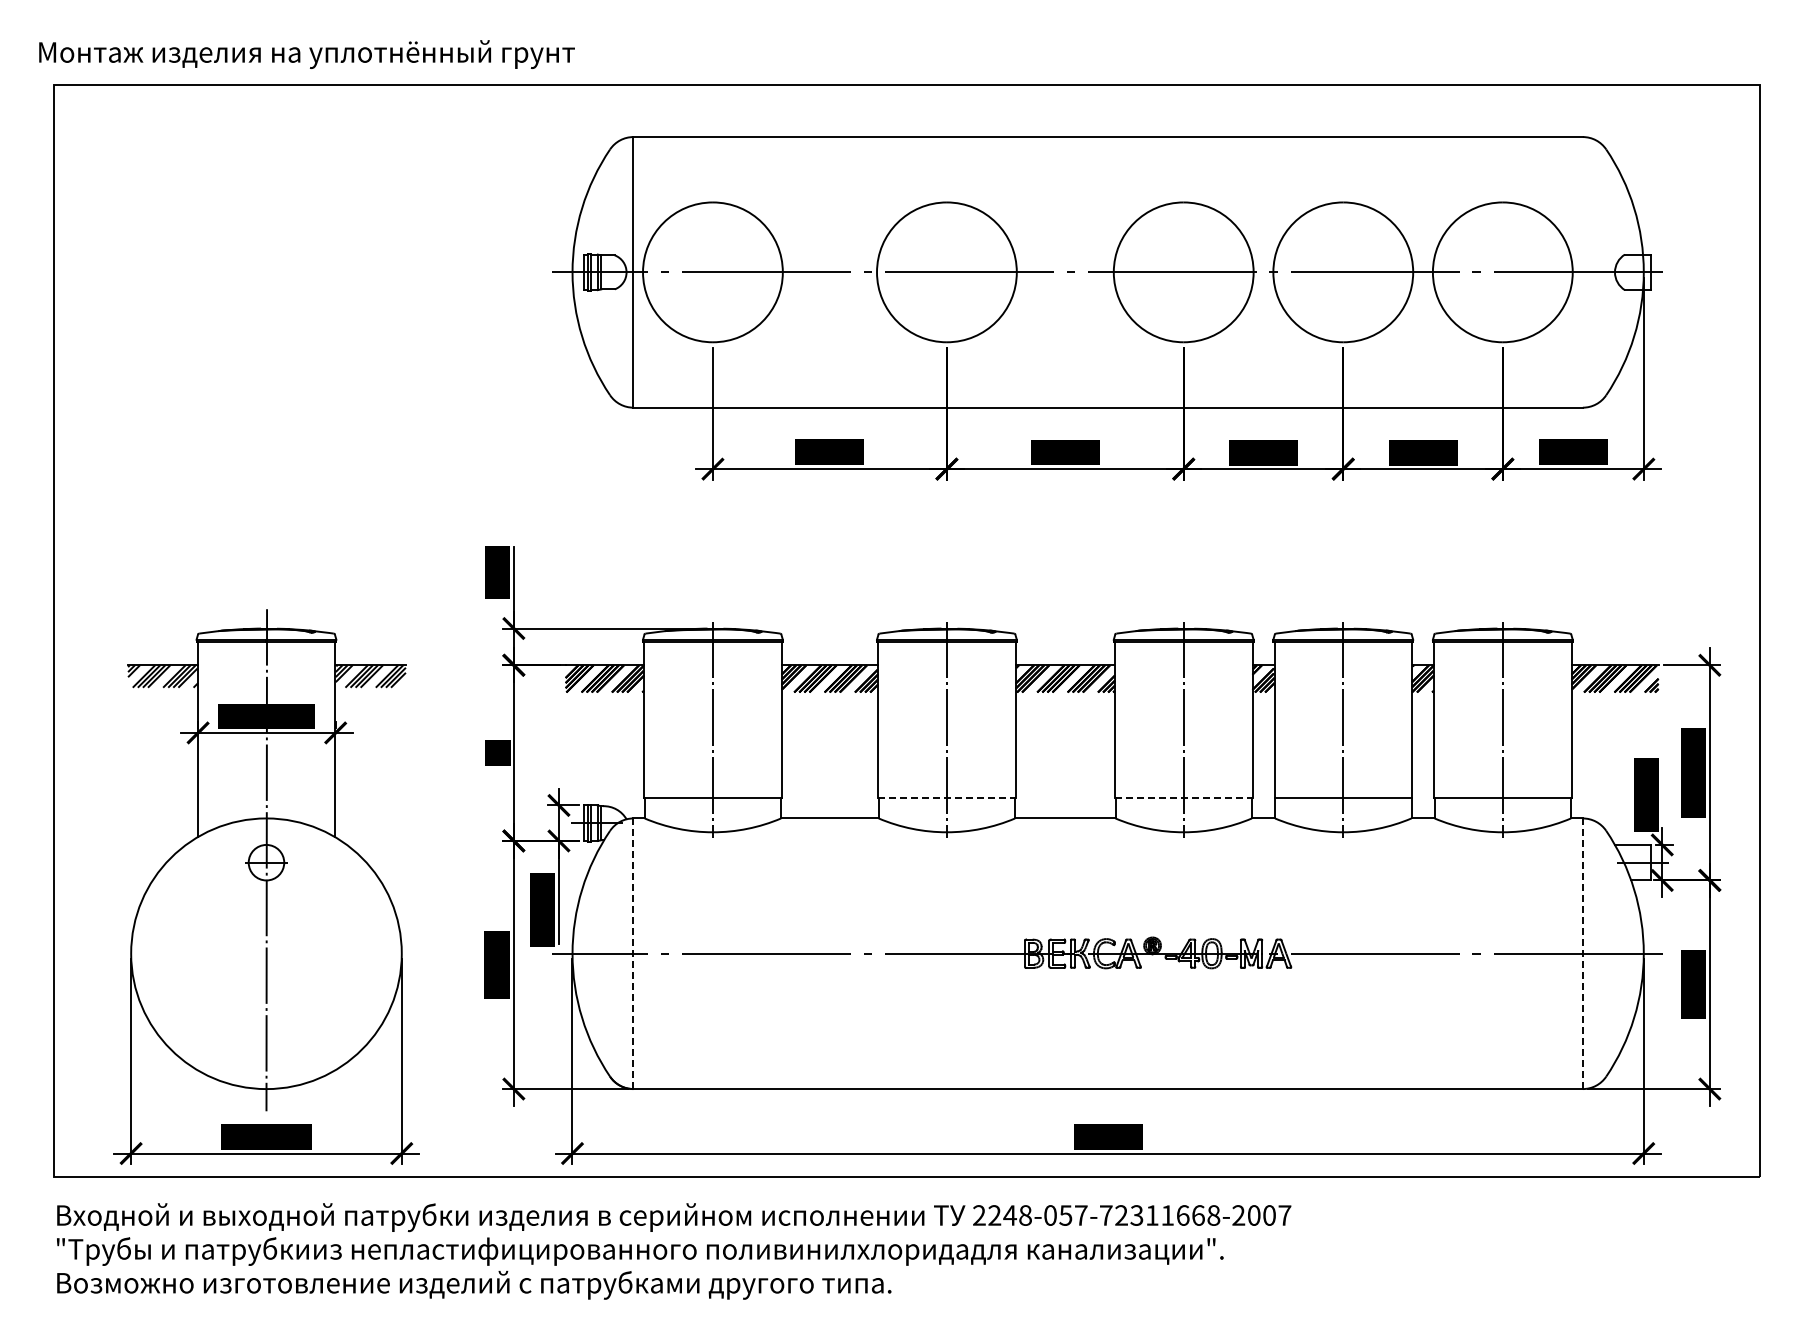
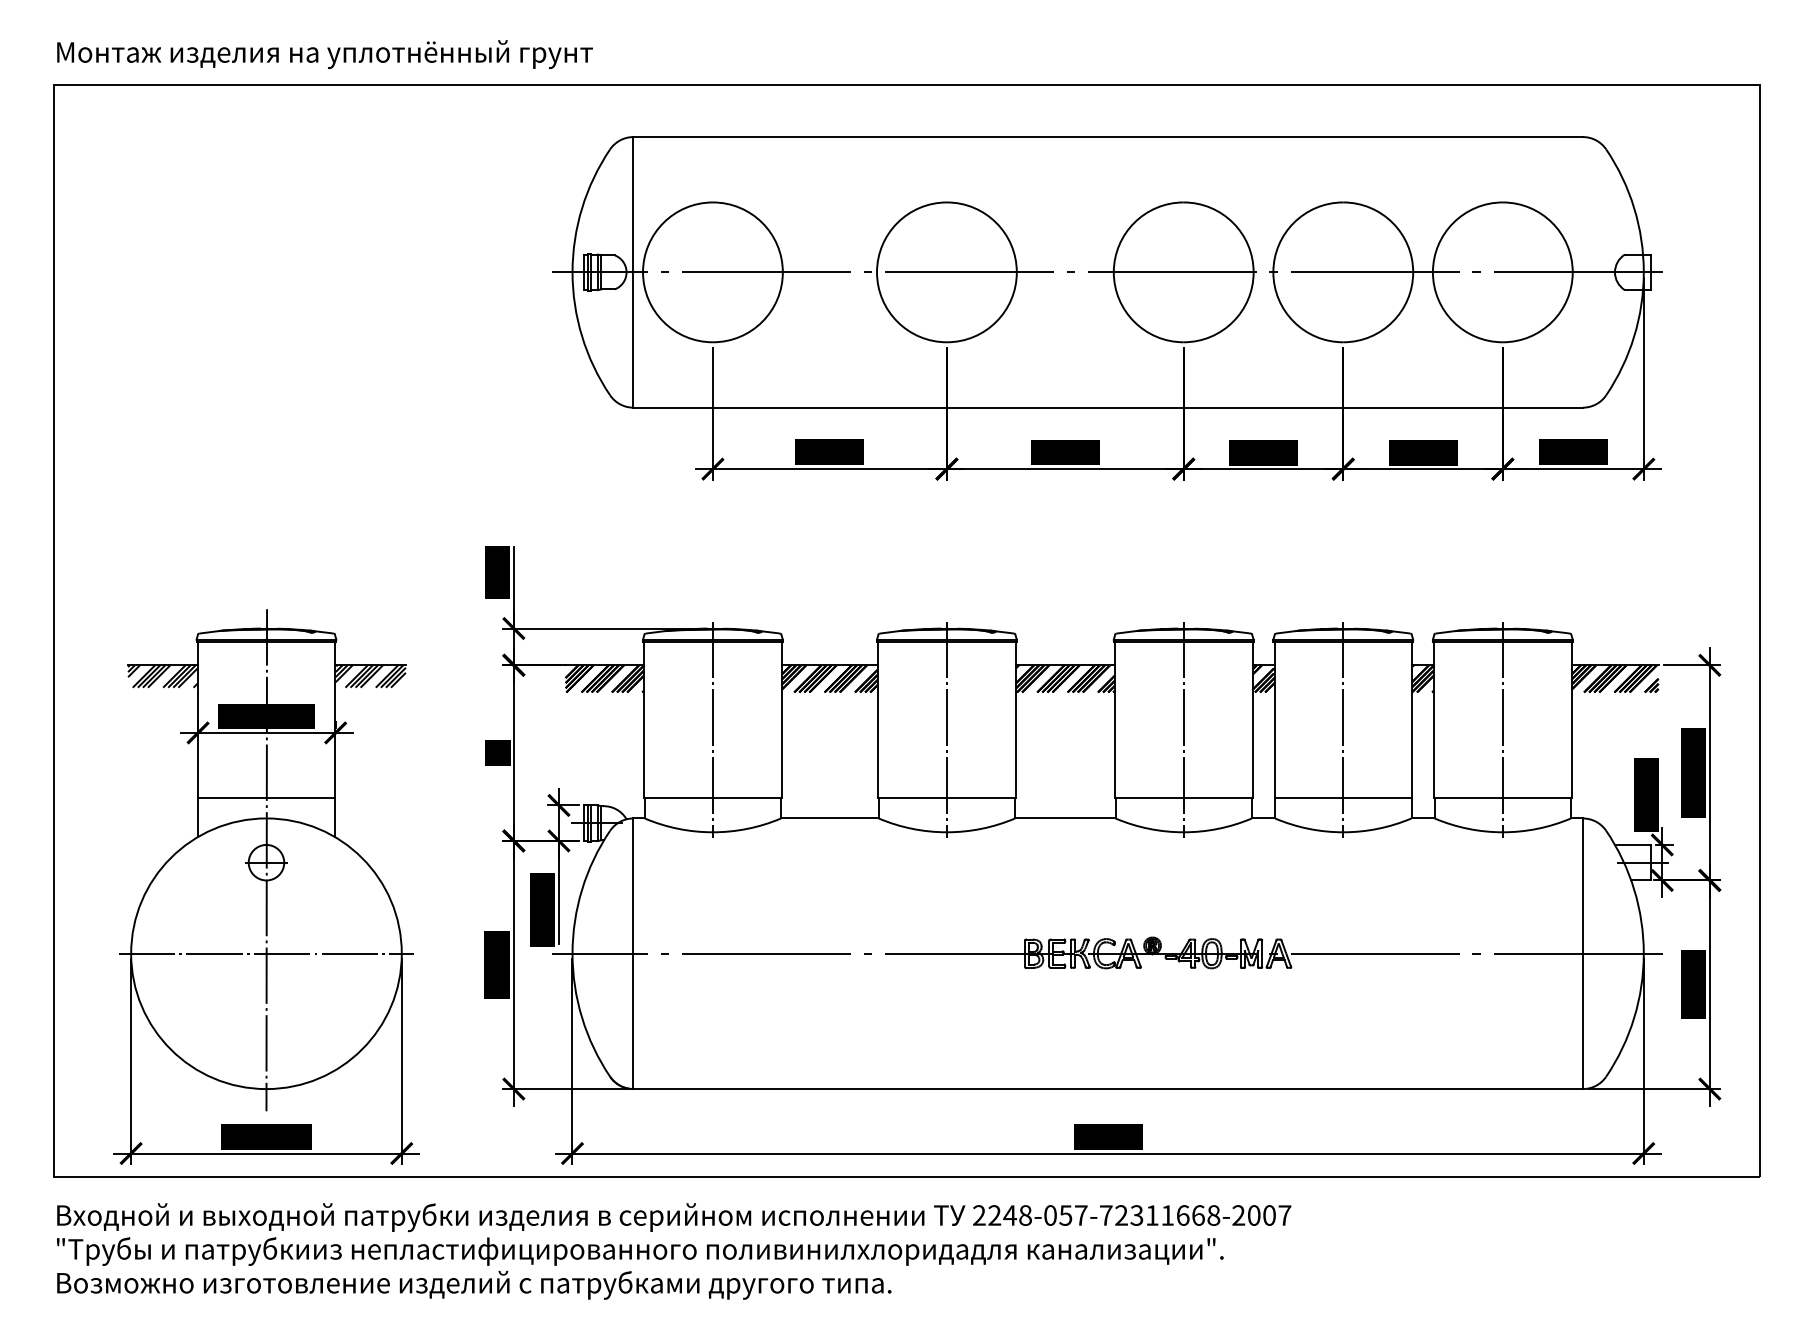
text at (306, 54) position: (306, 54) -> (324, 54)
line at (266, 797): none -> present
line at (946, 797): dashed -> solid
line at (1183, 797): dashed -> solid
line at (266, 953): none -> present
line at (633, 954): dashed -> solid
line at (1582, 954): dashed -> solid
